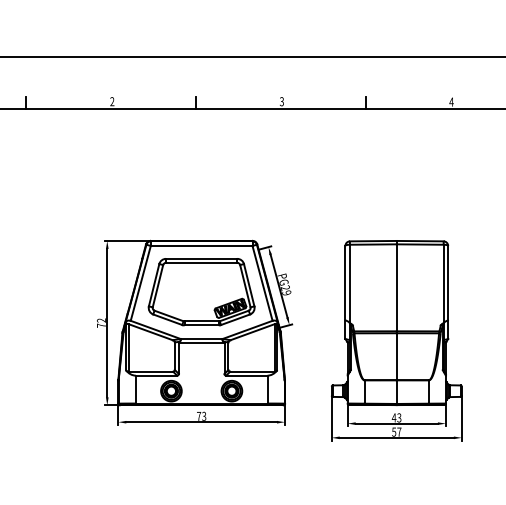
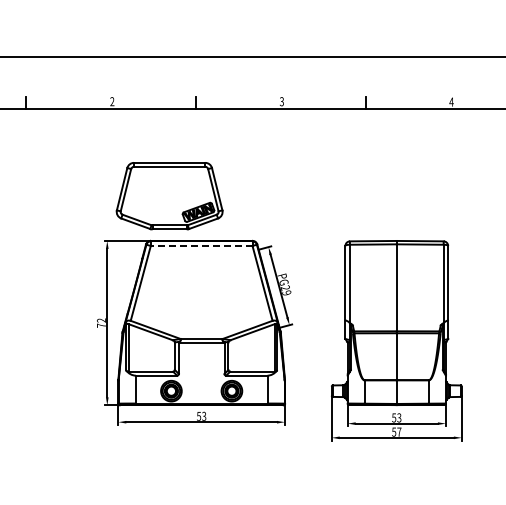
line at (201, 245): solid -> dashed
part at (201, 292) position: (201, 292) -> (169, 196)
text at (199, 416): 73 -> 53
text at (393, 417): 43 -> 53
